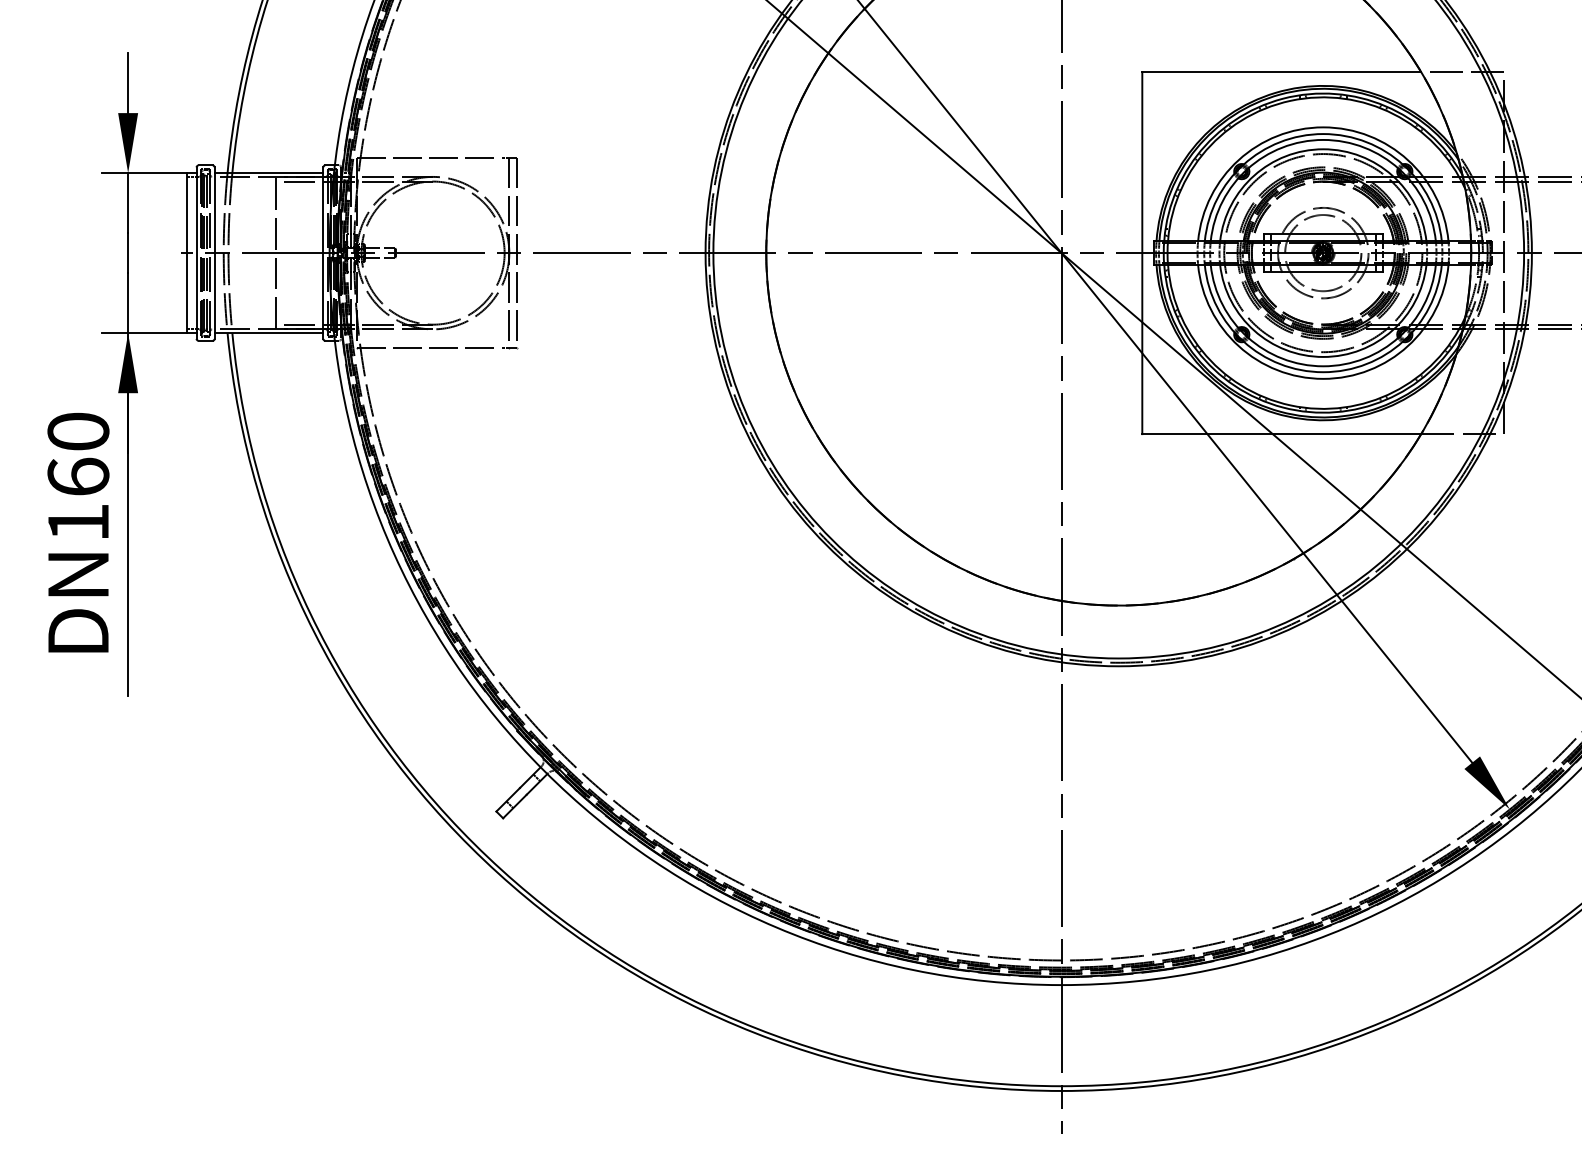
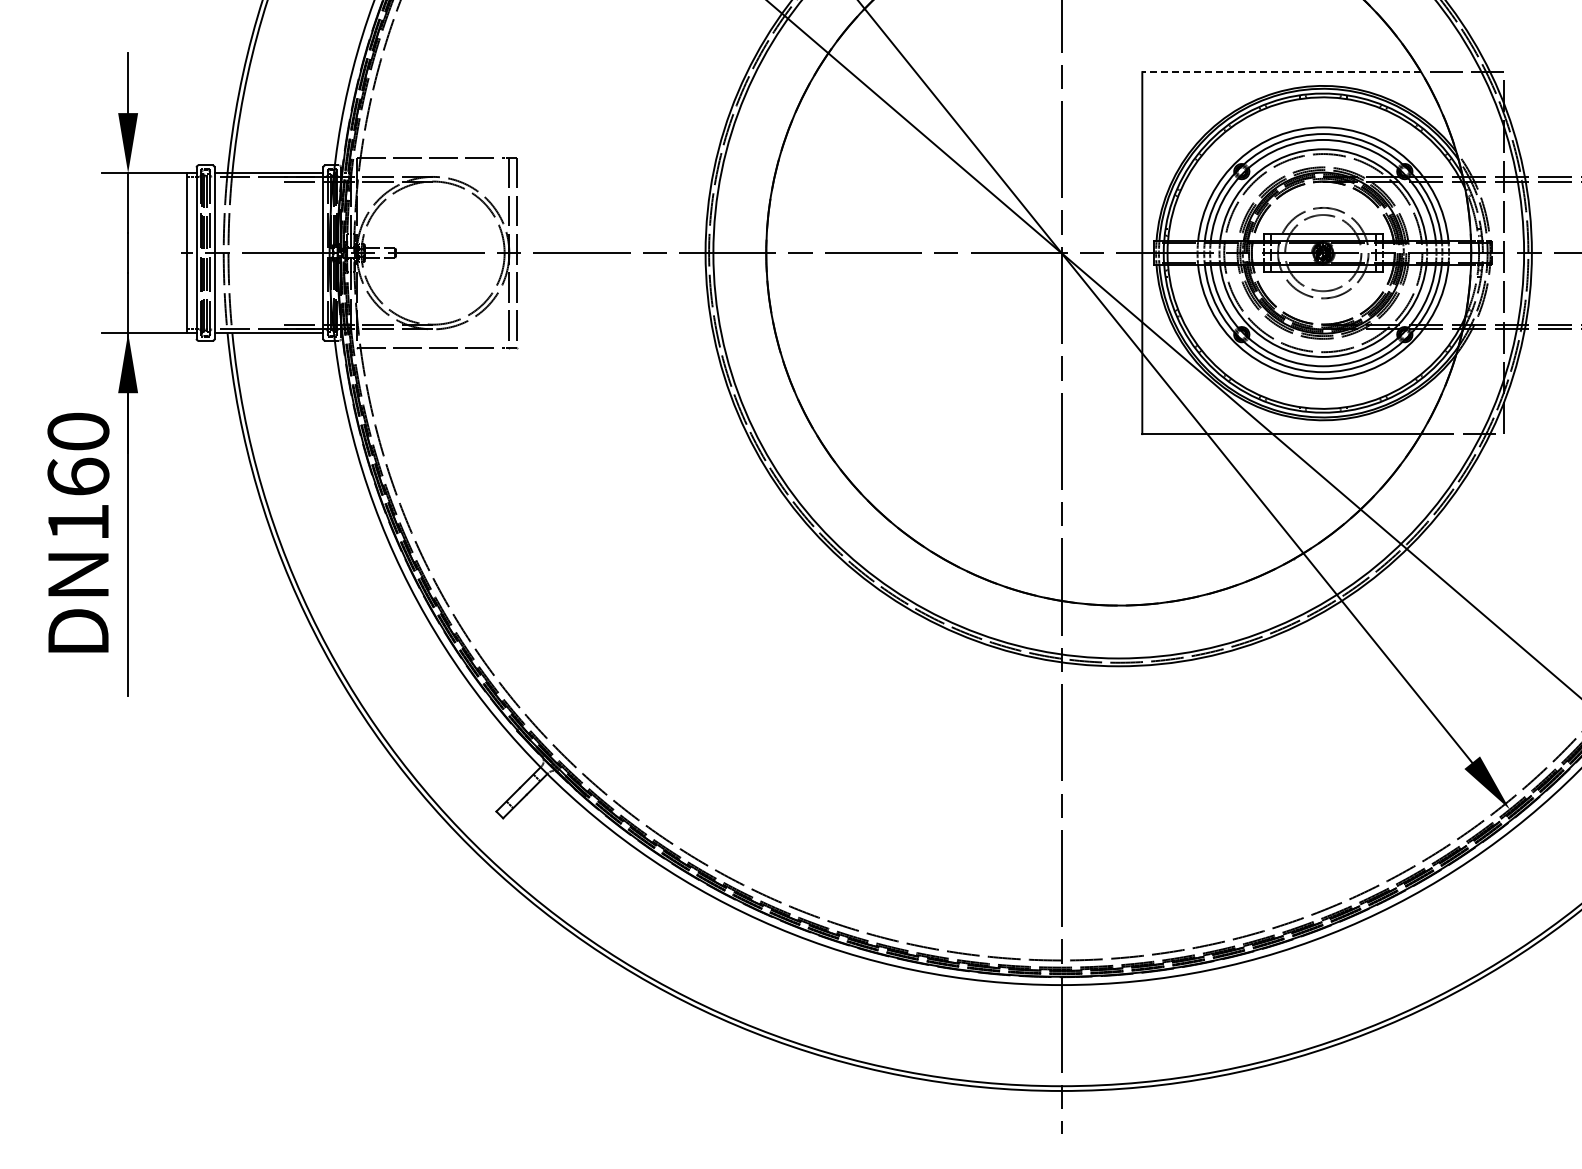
line at (1281, 72): solid -> dashed
line at (275, 252): present -> none
